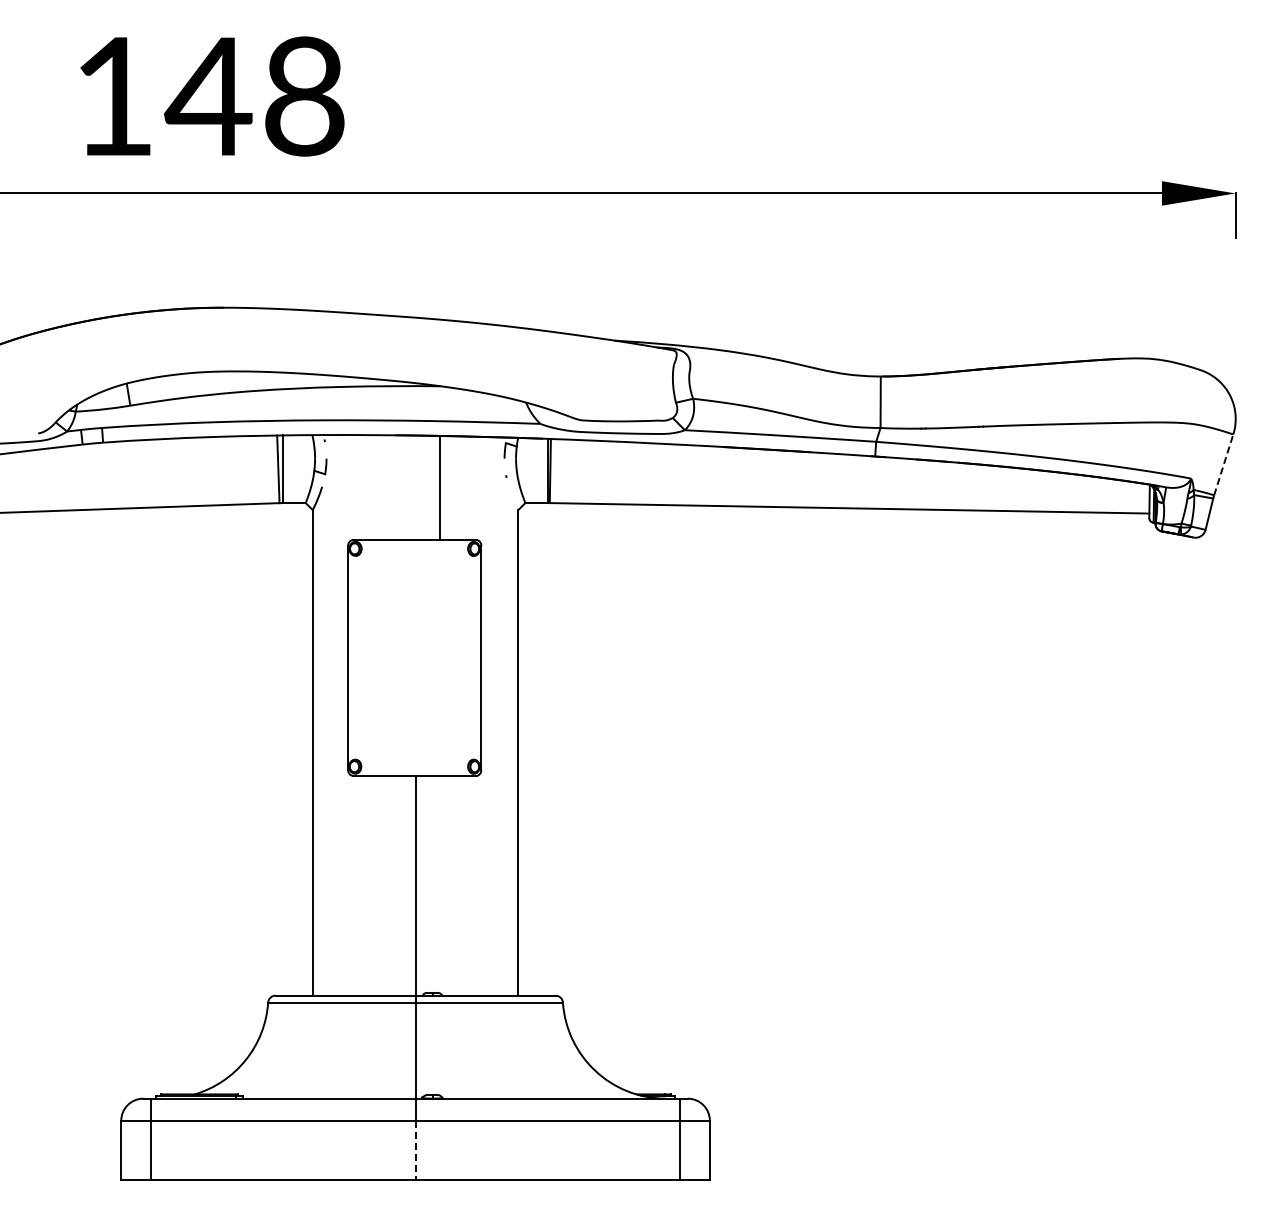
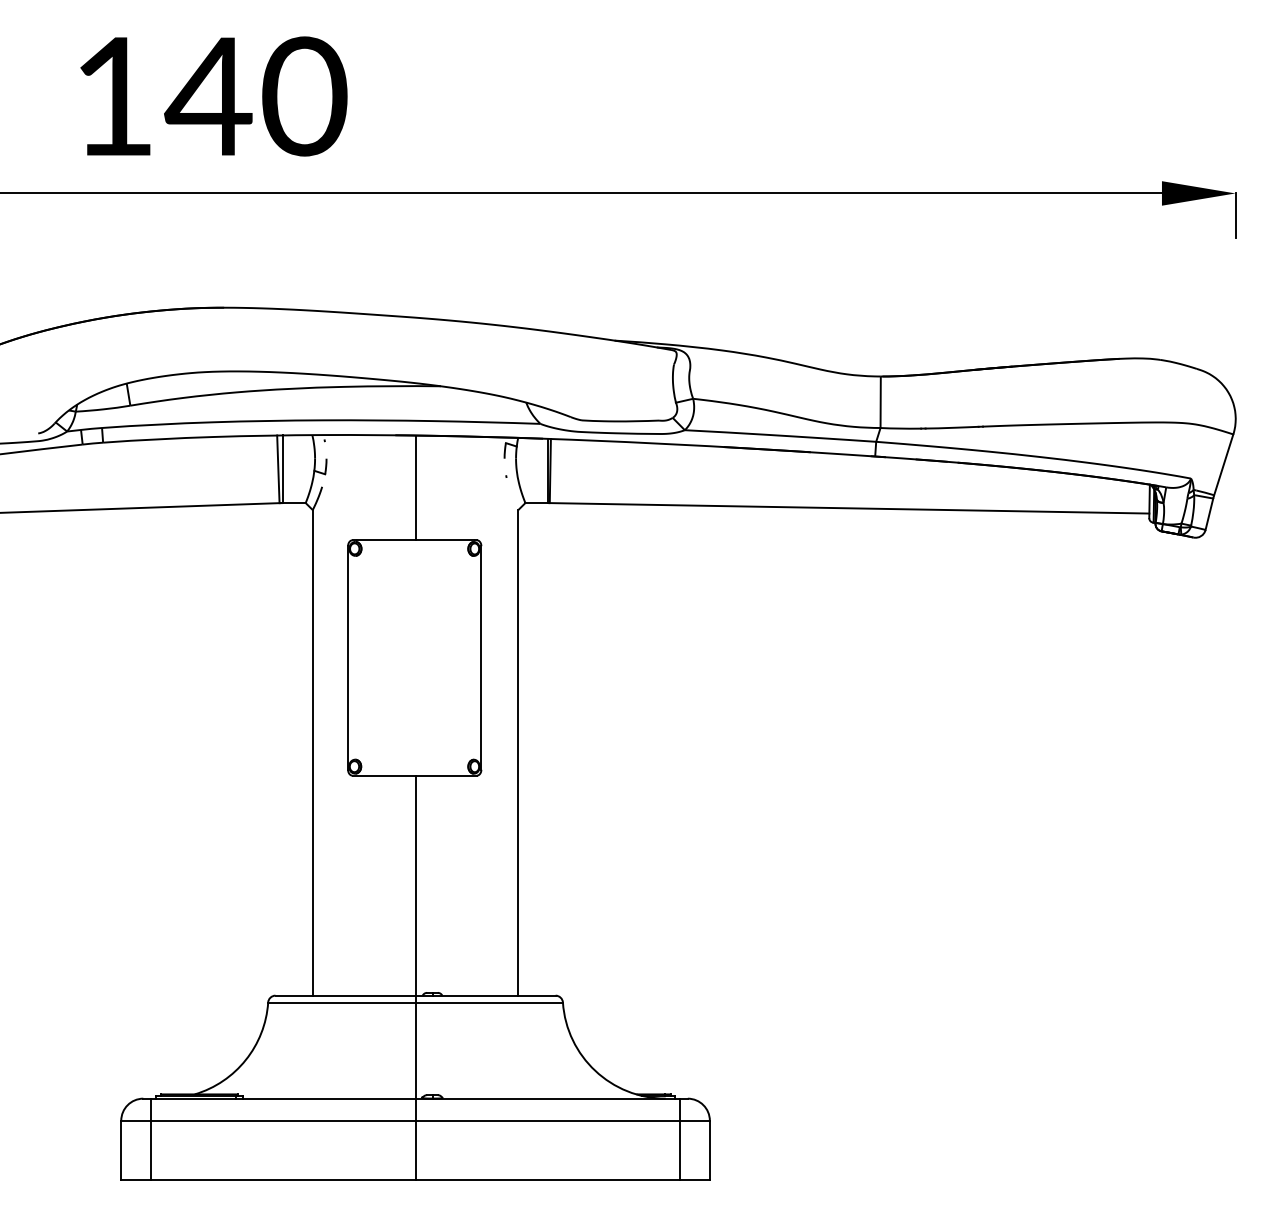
text at (304, 96): 148 -> 140
line at (1223, 464): dashed -> solid
line at (439, 487) position: (439, 487) -> (415, 487)
line at (415, 1150): dashed -> solid
